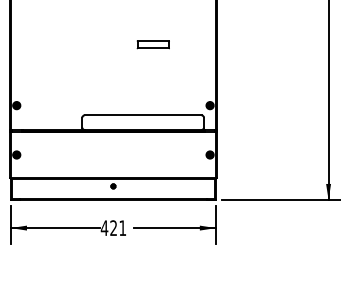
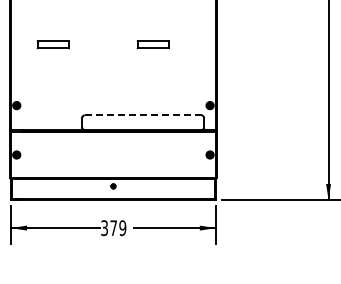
part at (52, 44): none -> present
line at (142, 115): solid -> dashed
text at (113, 228): 421 -> 379
